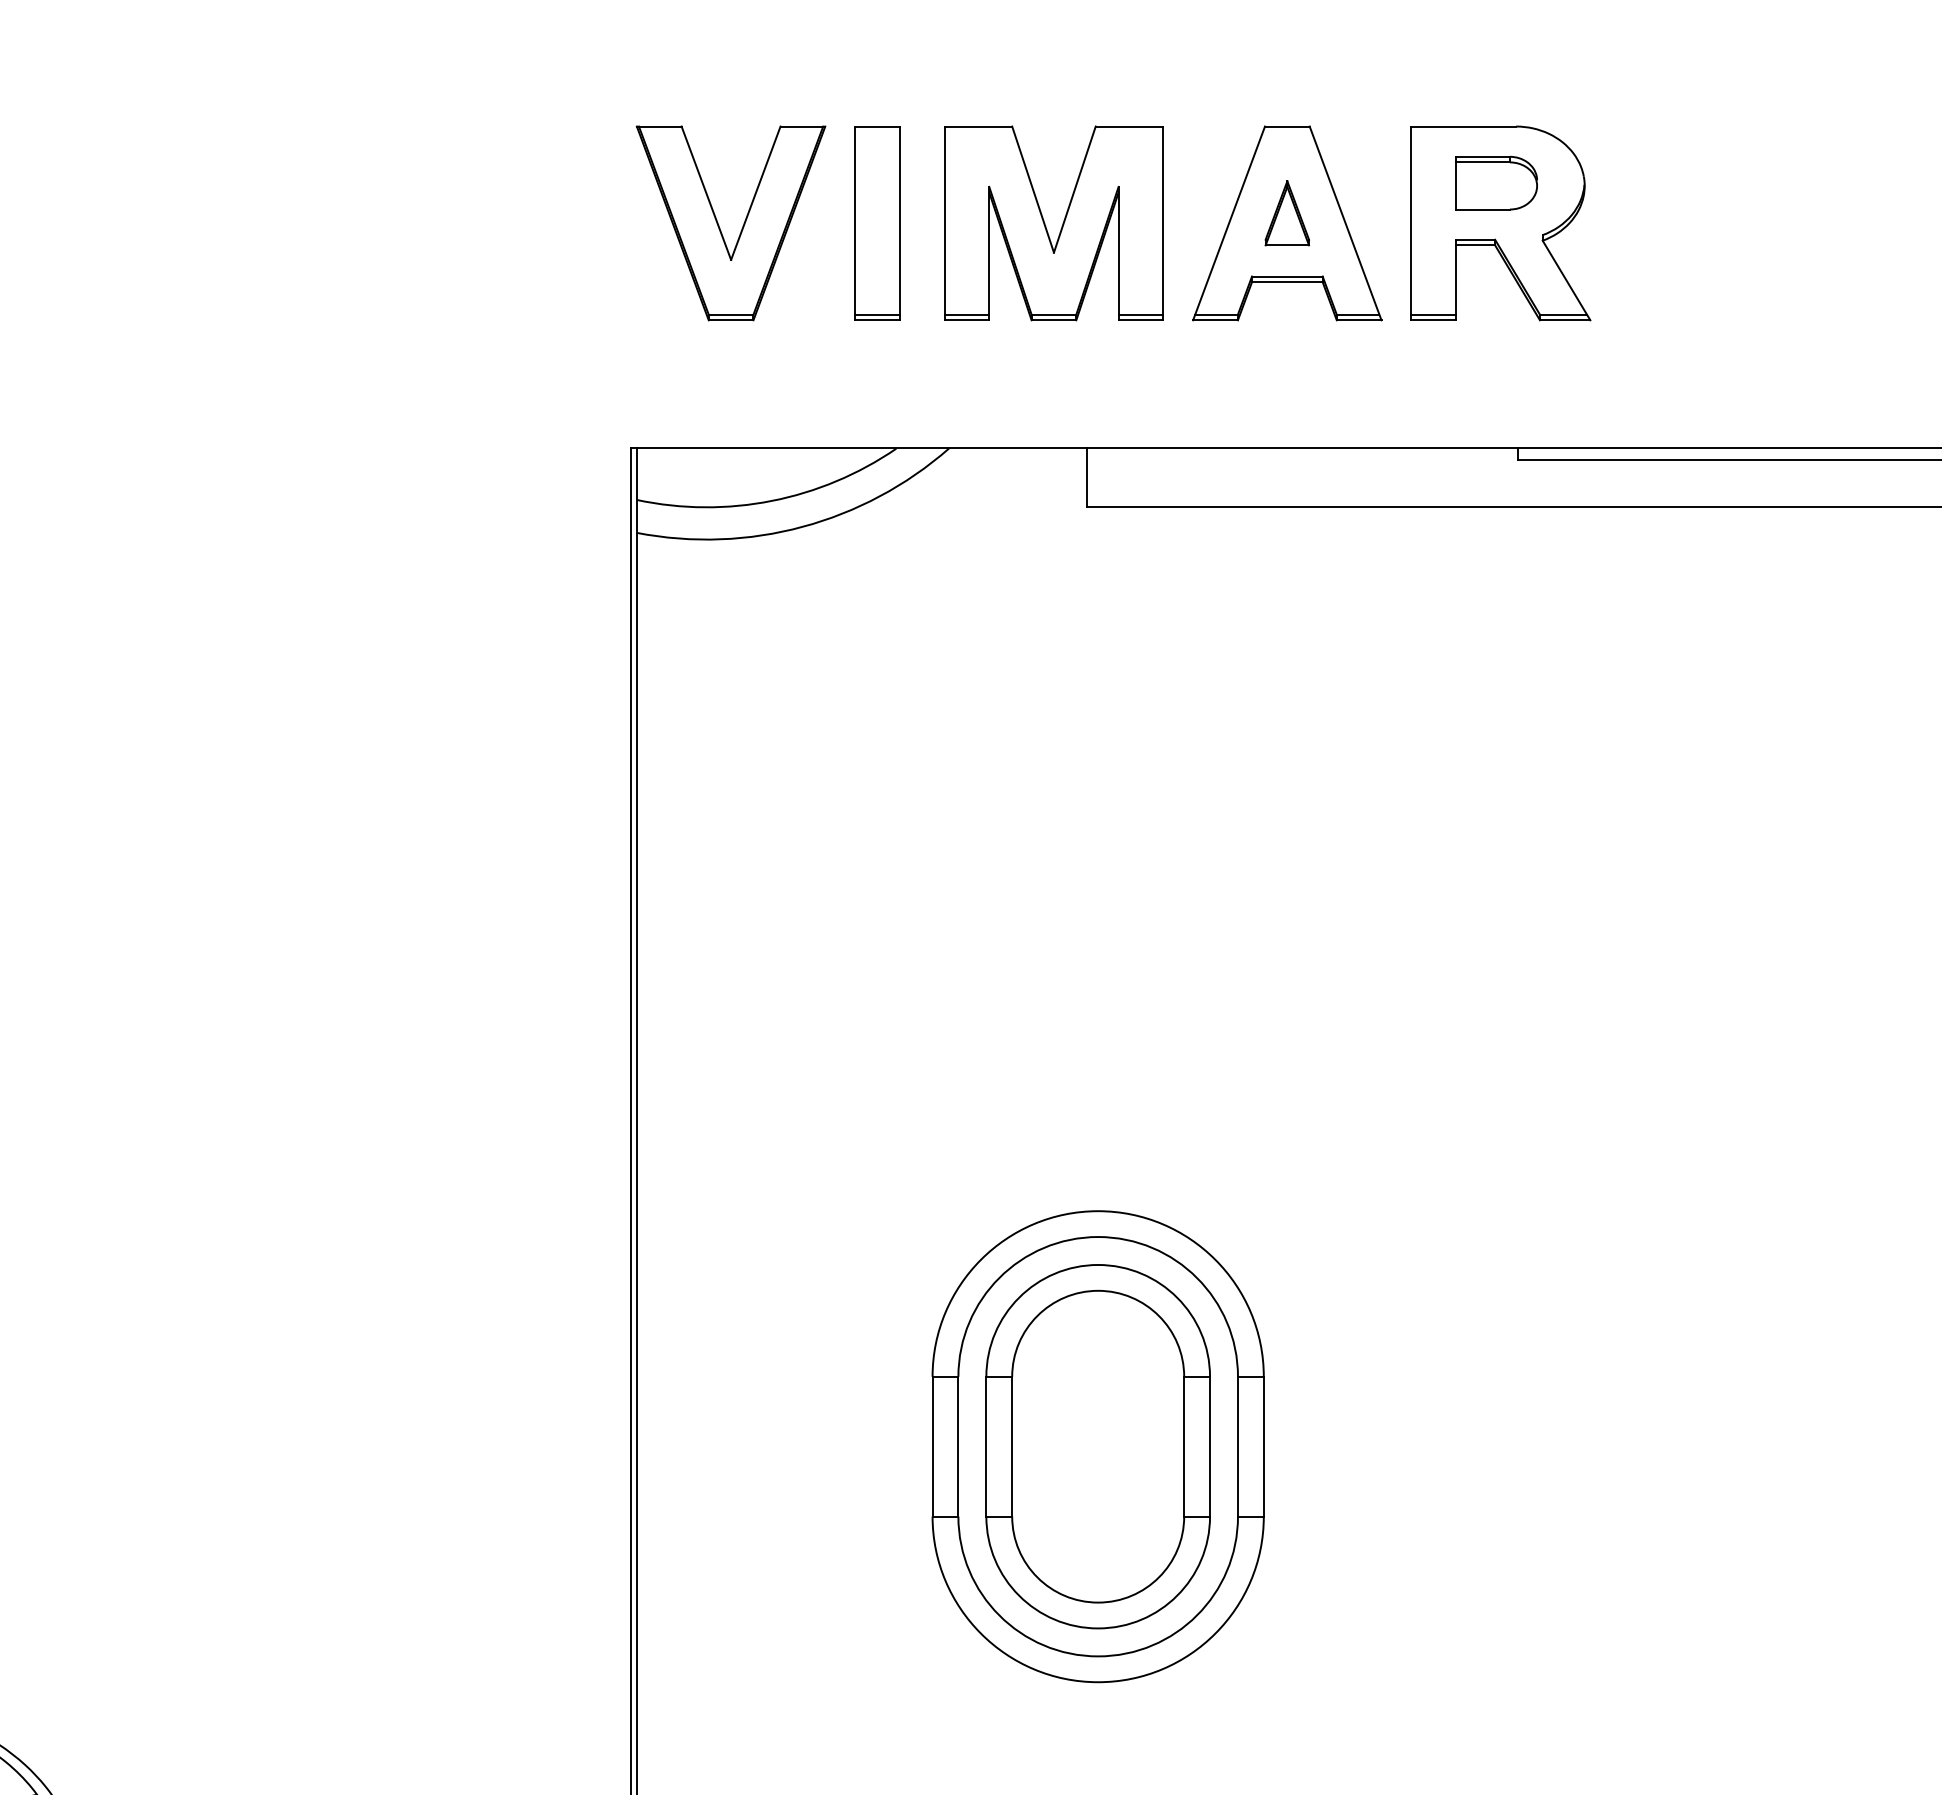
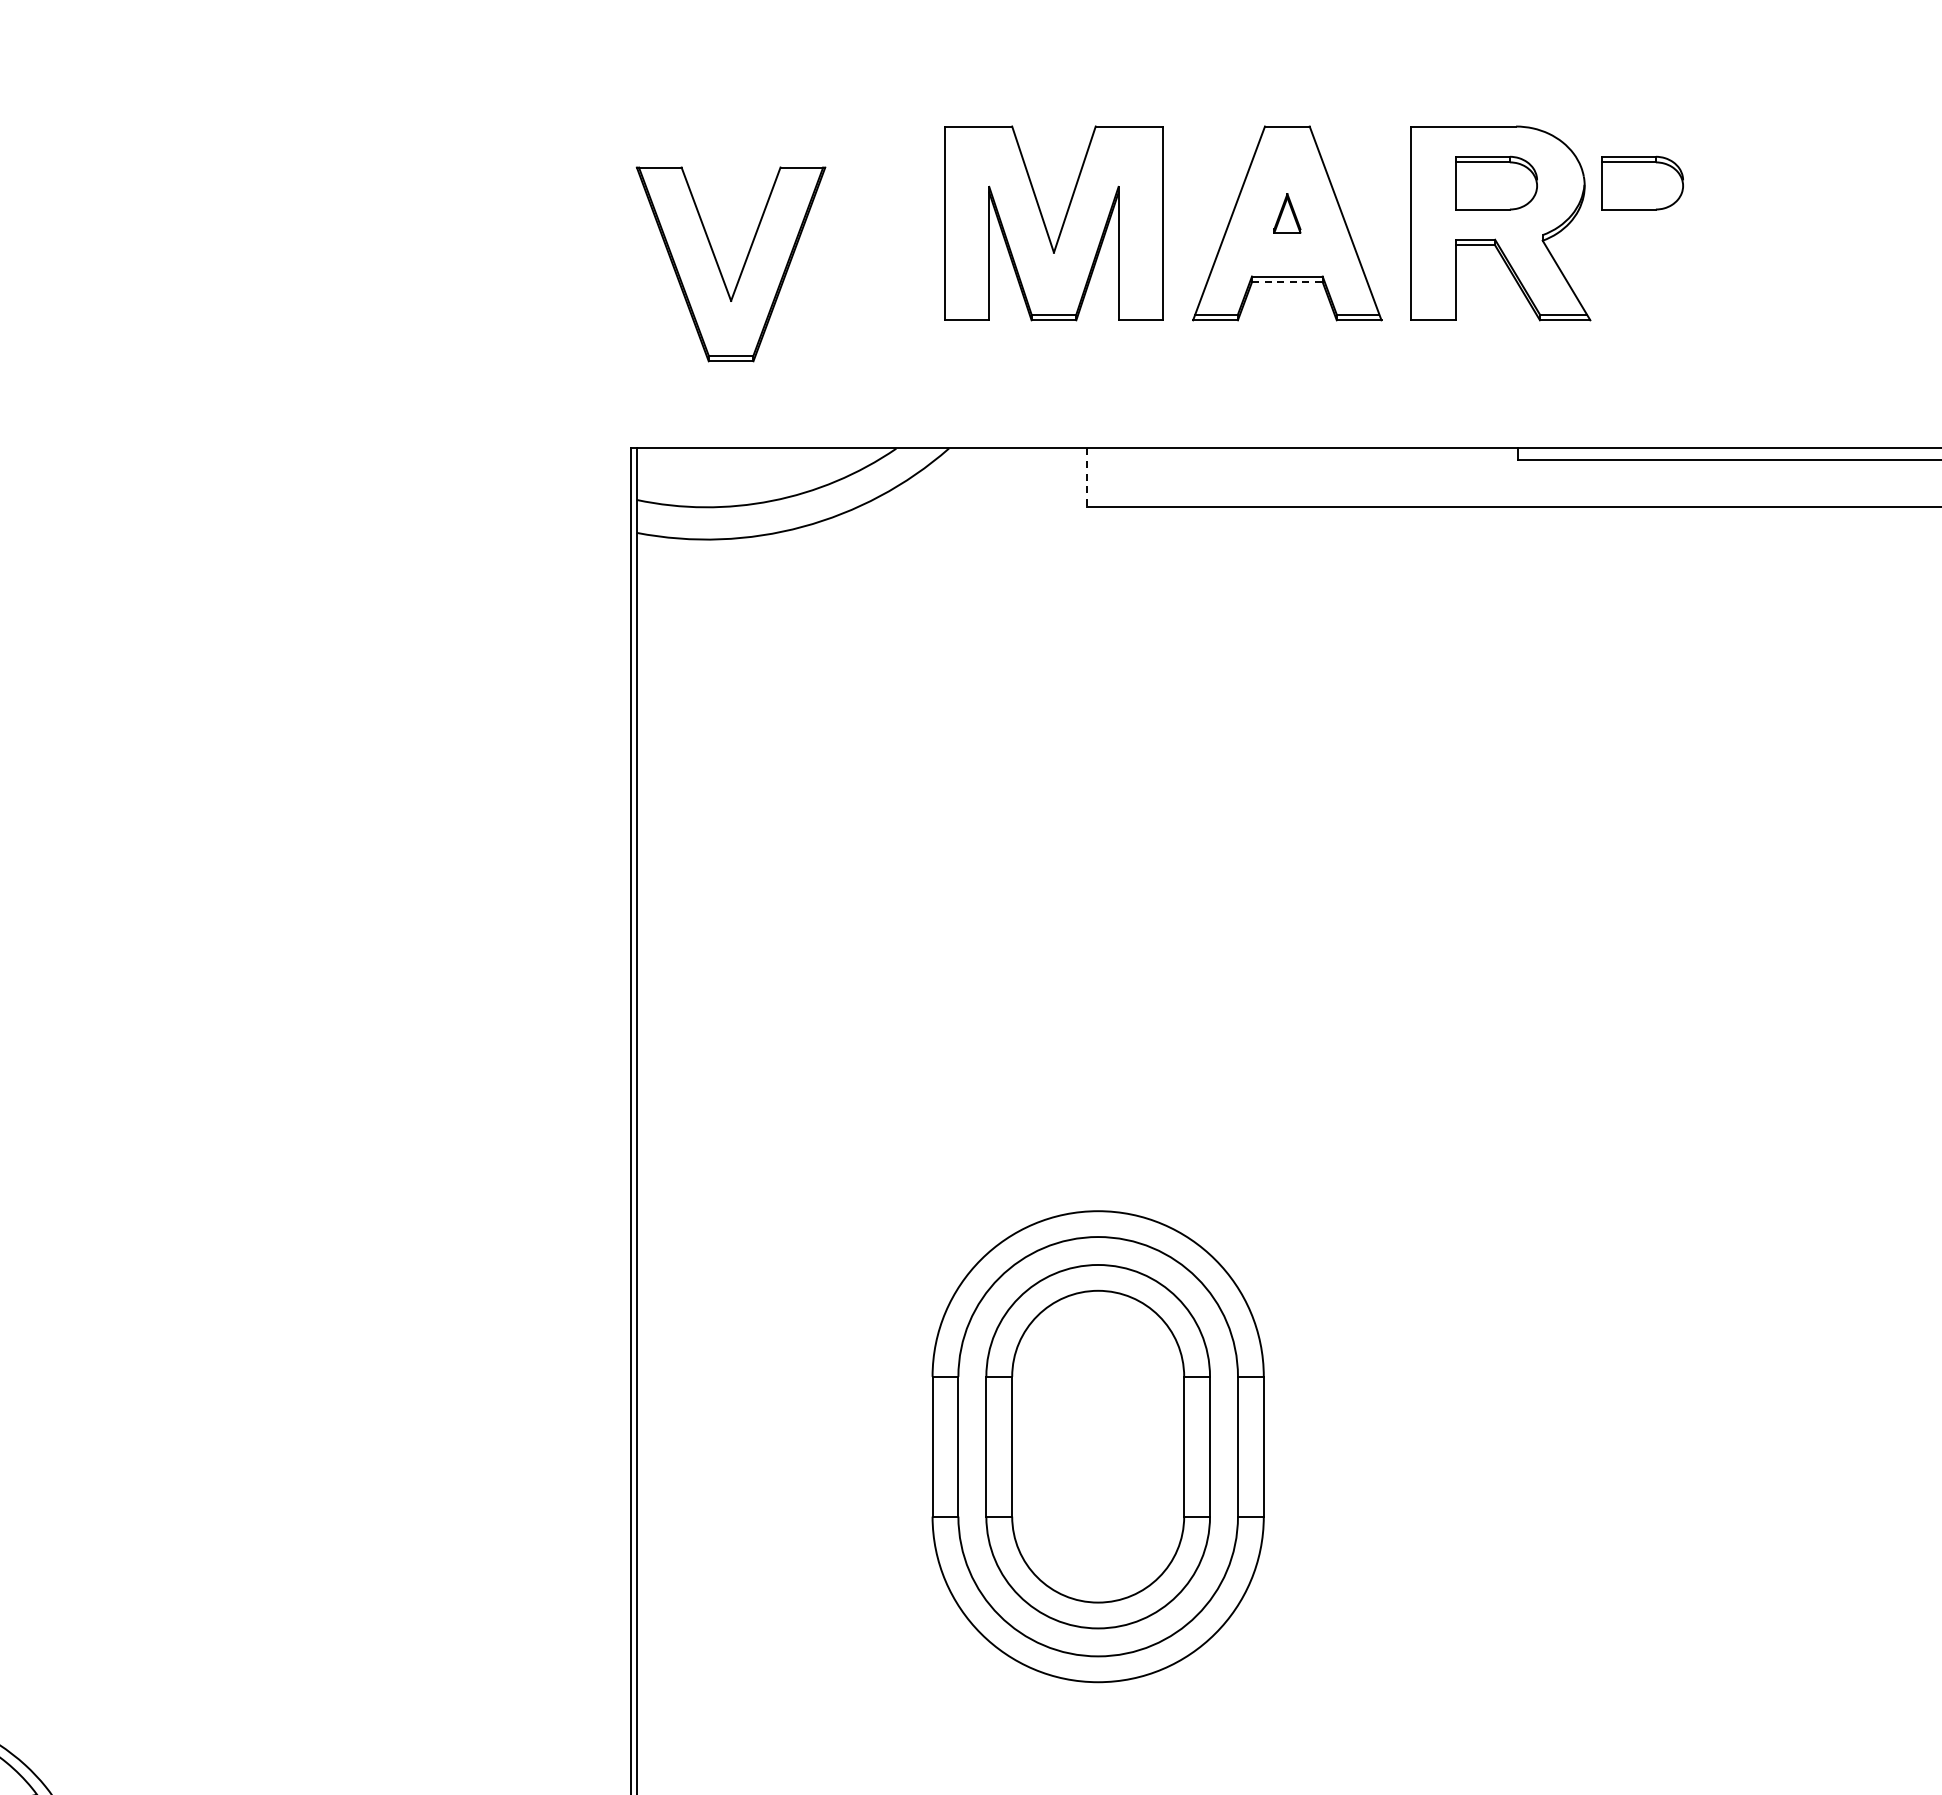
part at (1642, 182): none -> present
part at (1287, 213) size: 47x67 px -> 29x41 px
part at (877, 223): present -> none
part at (719, 225) position: (719, 225) -> (719, 266)
line at (1287, 282): solid -> dashed
line at (966, 314): present -> none
line at (1140, 314): present -> none
line at (1433, 314): present -> none
line at (1087, 478): solid -> dashed
